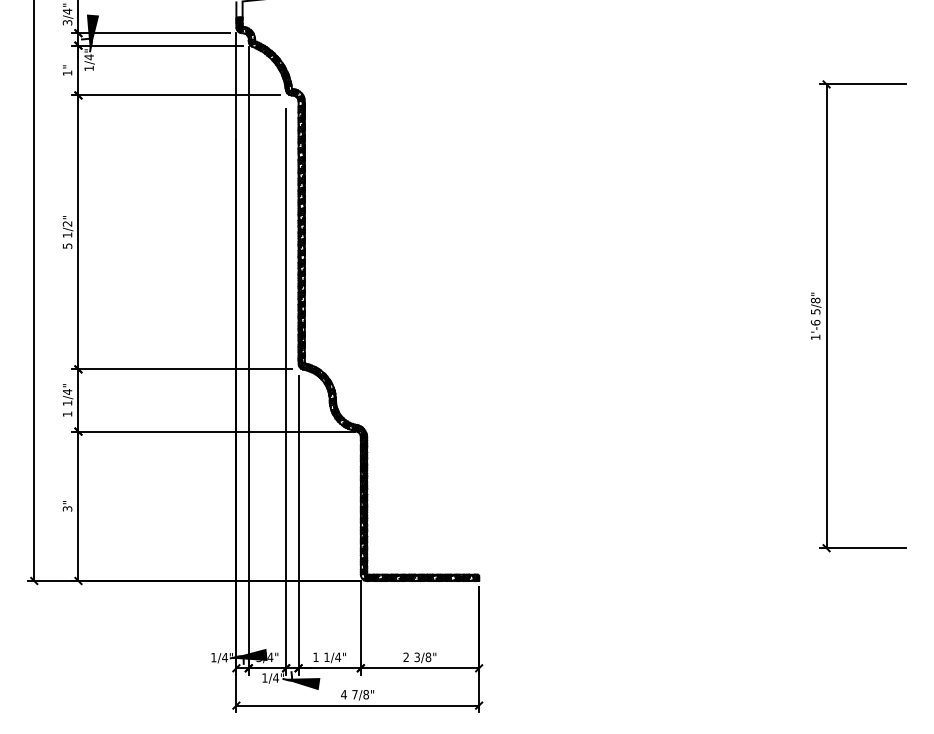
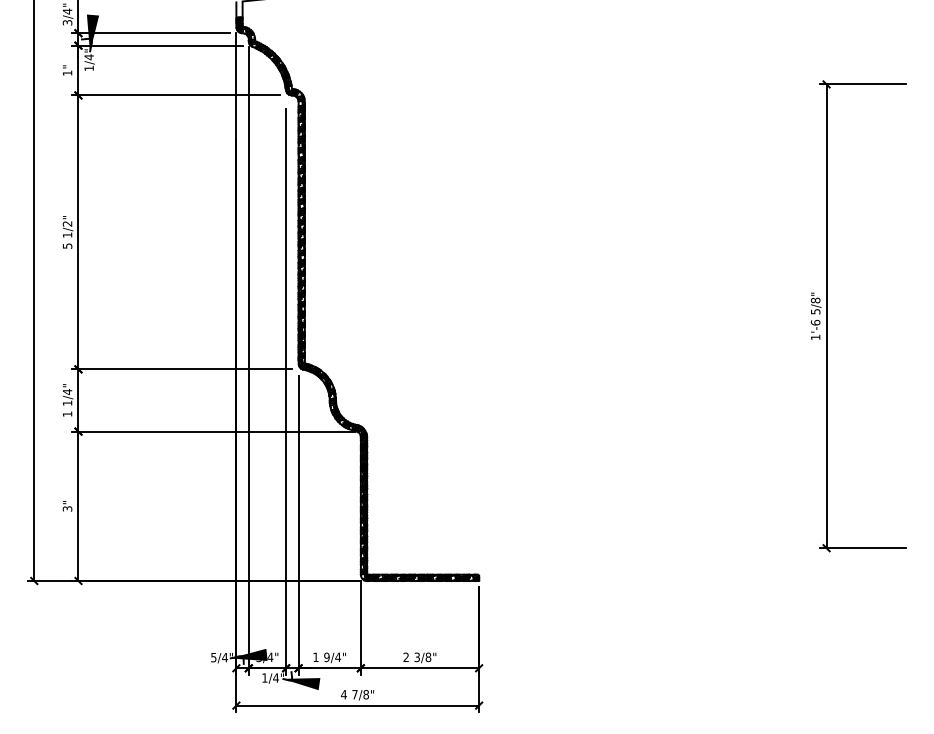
text at (213, 657): 1/4" -> 5/4"
text at (326, 657): 1/4" -> 9/4"
